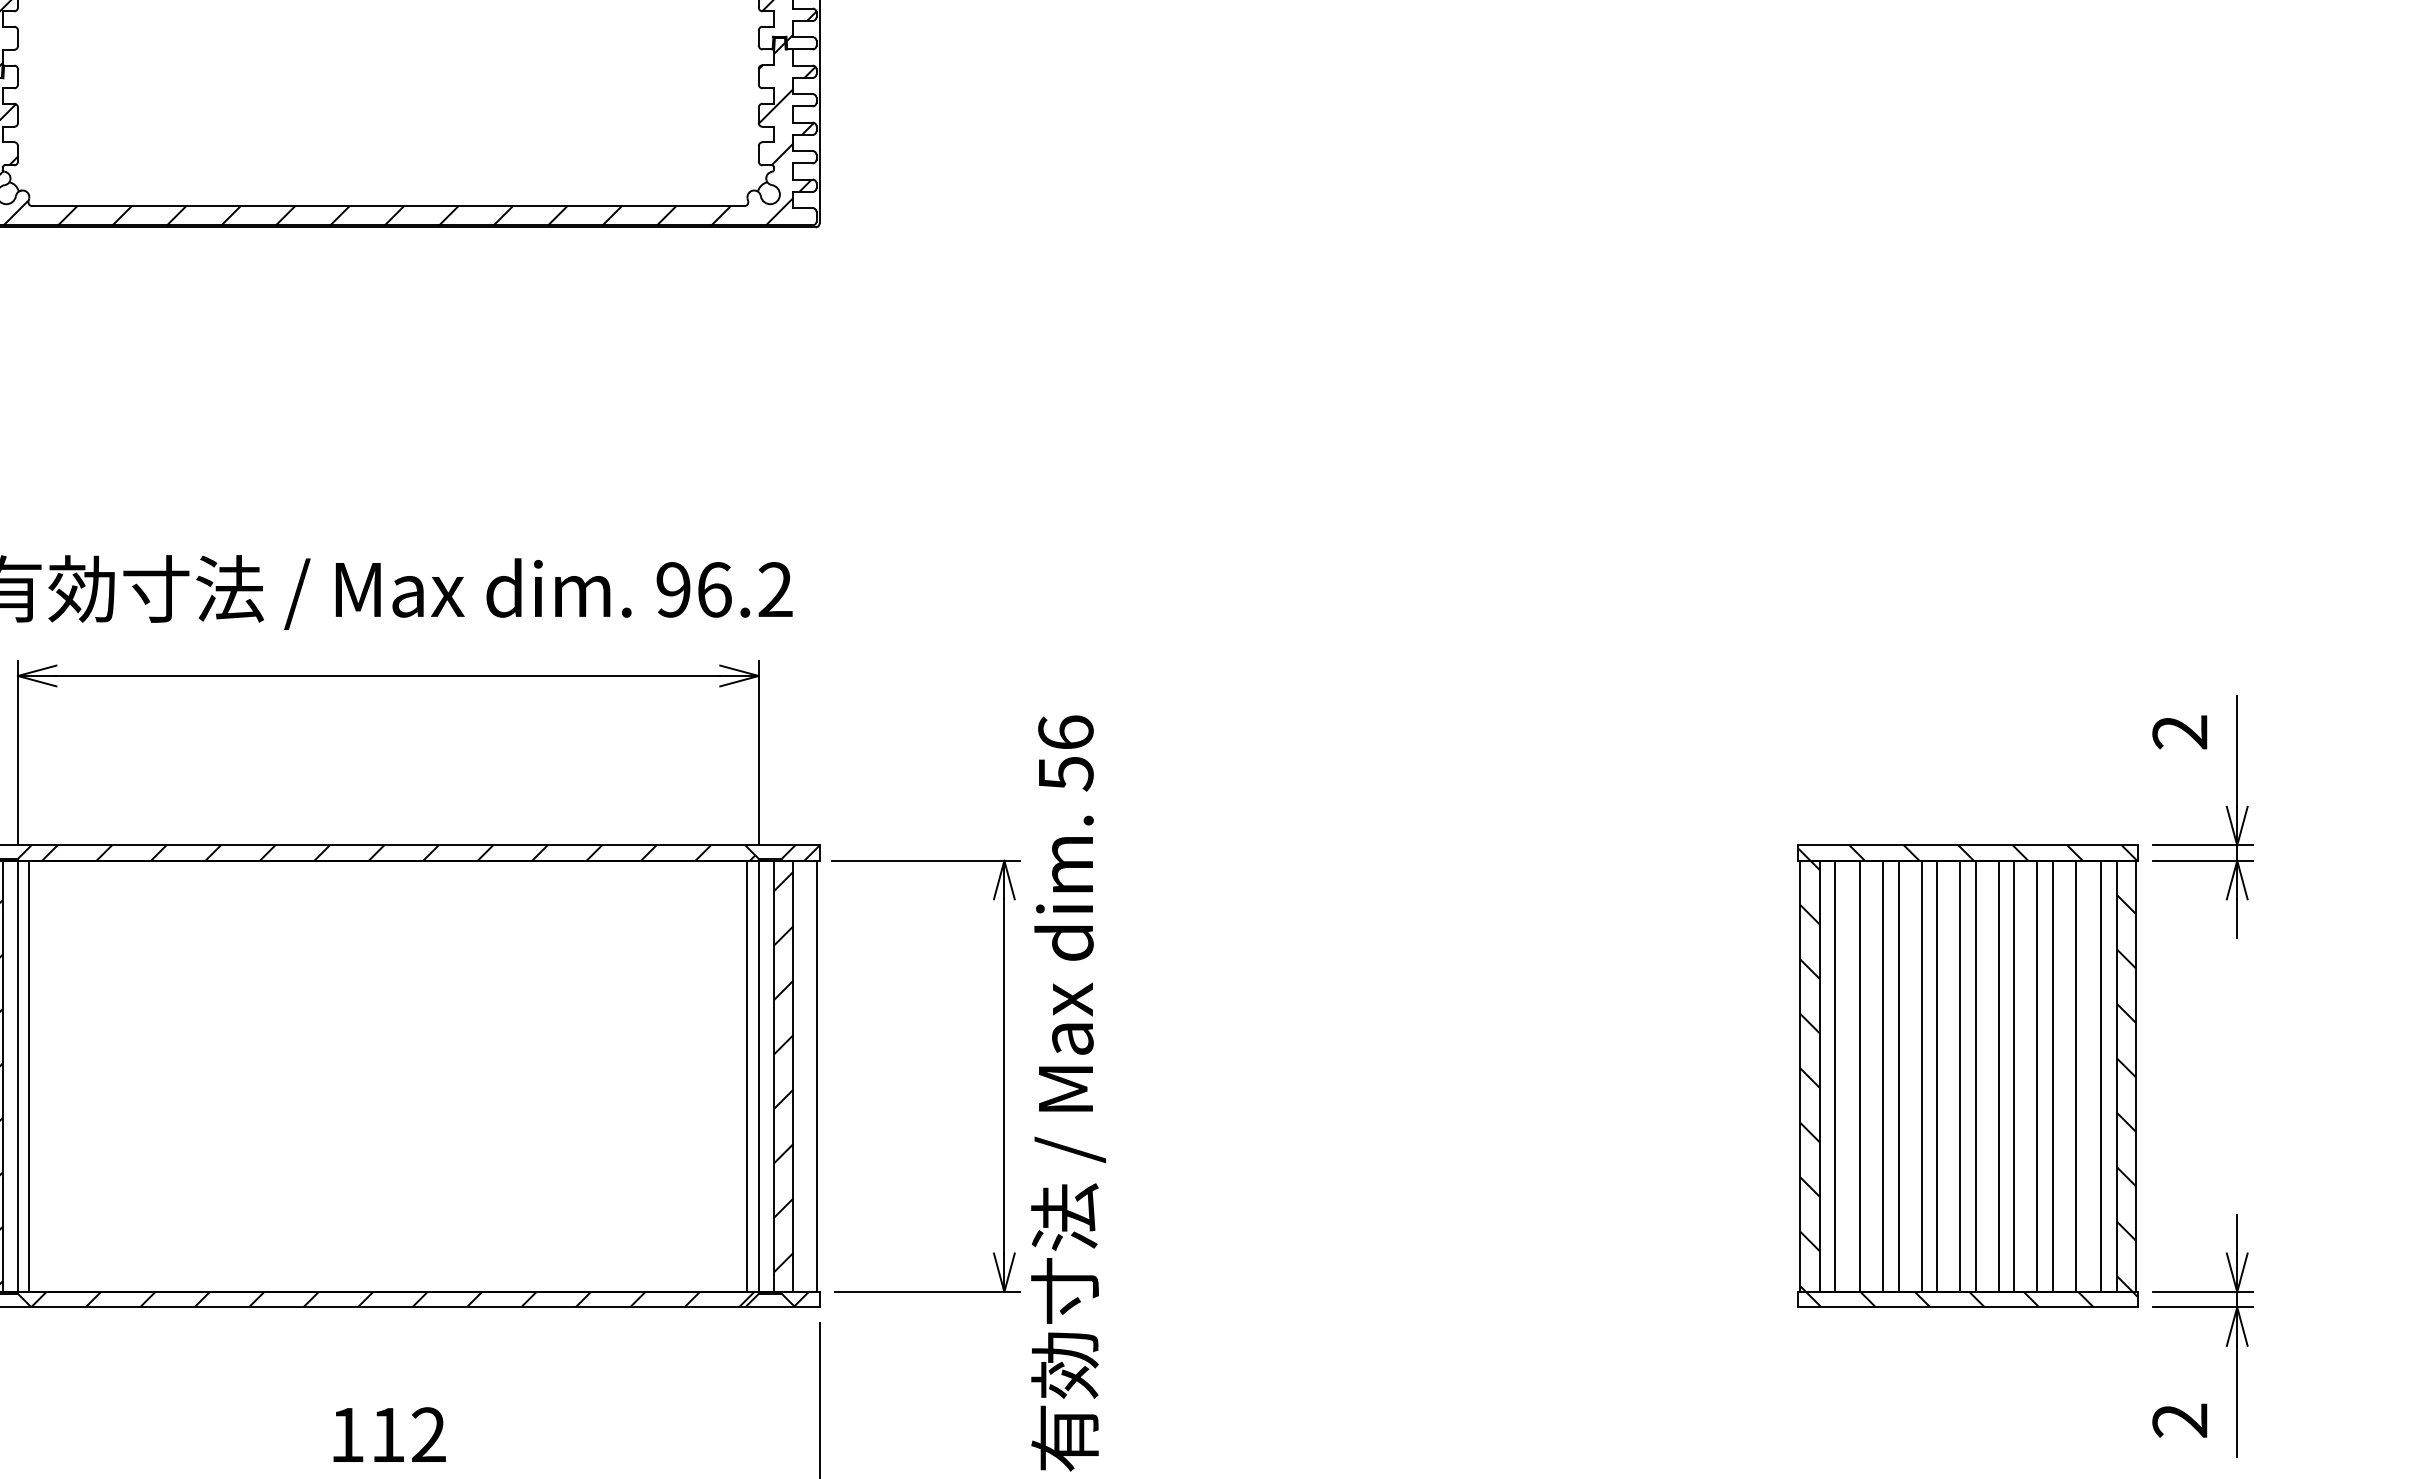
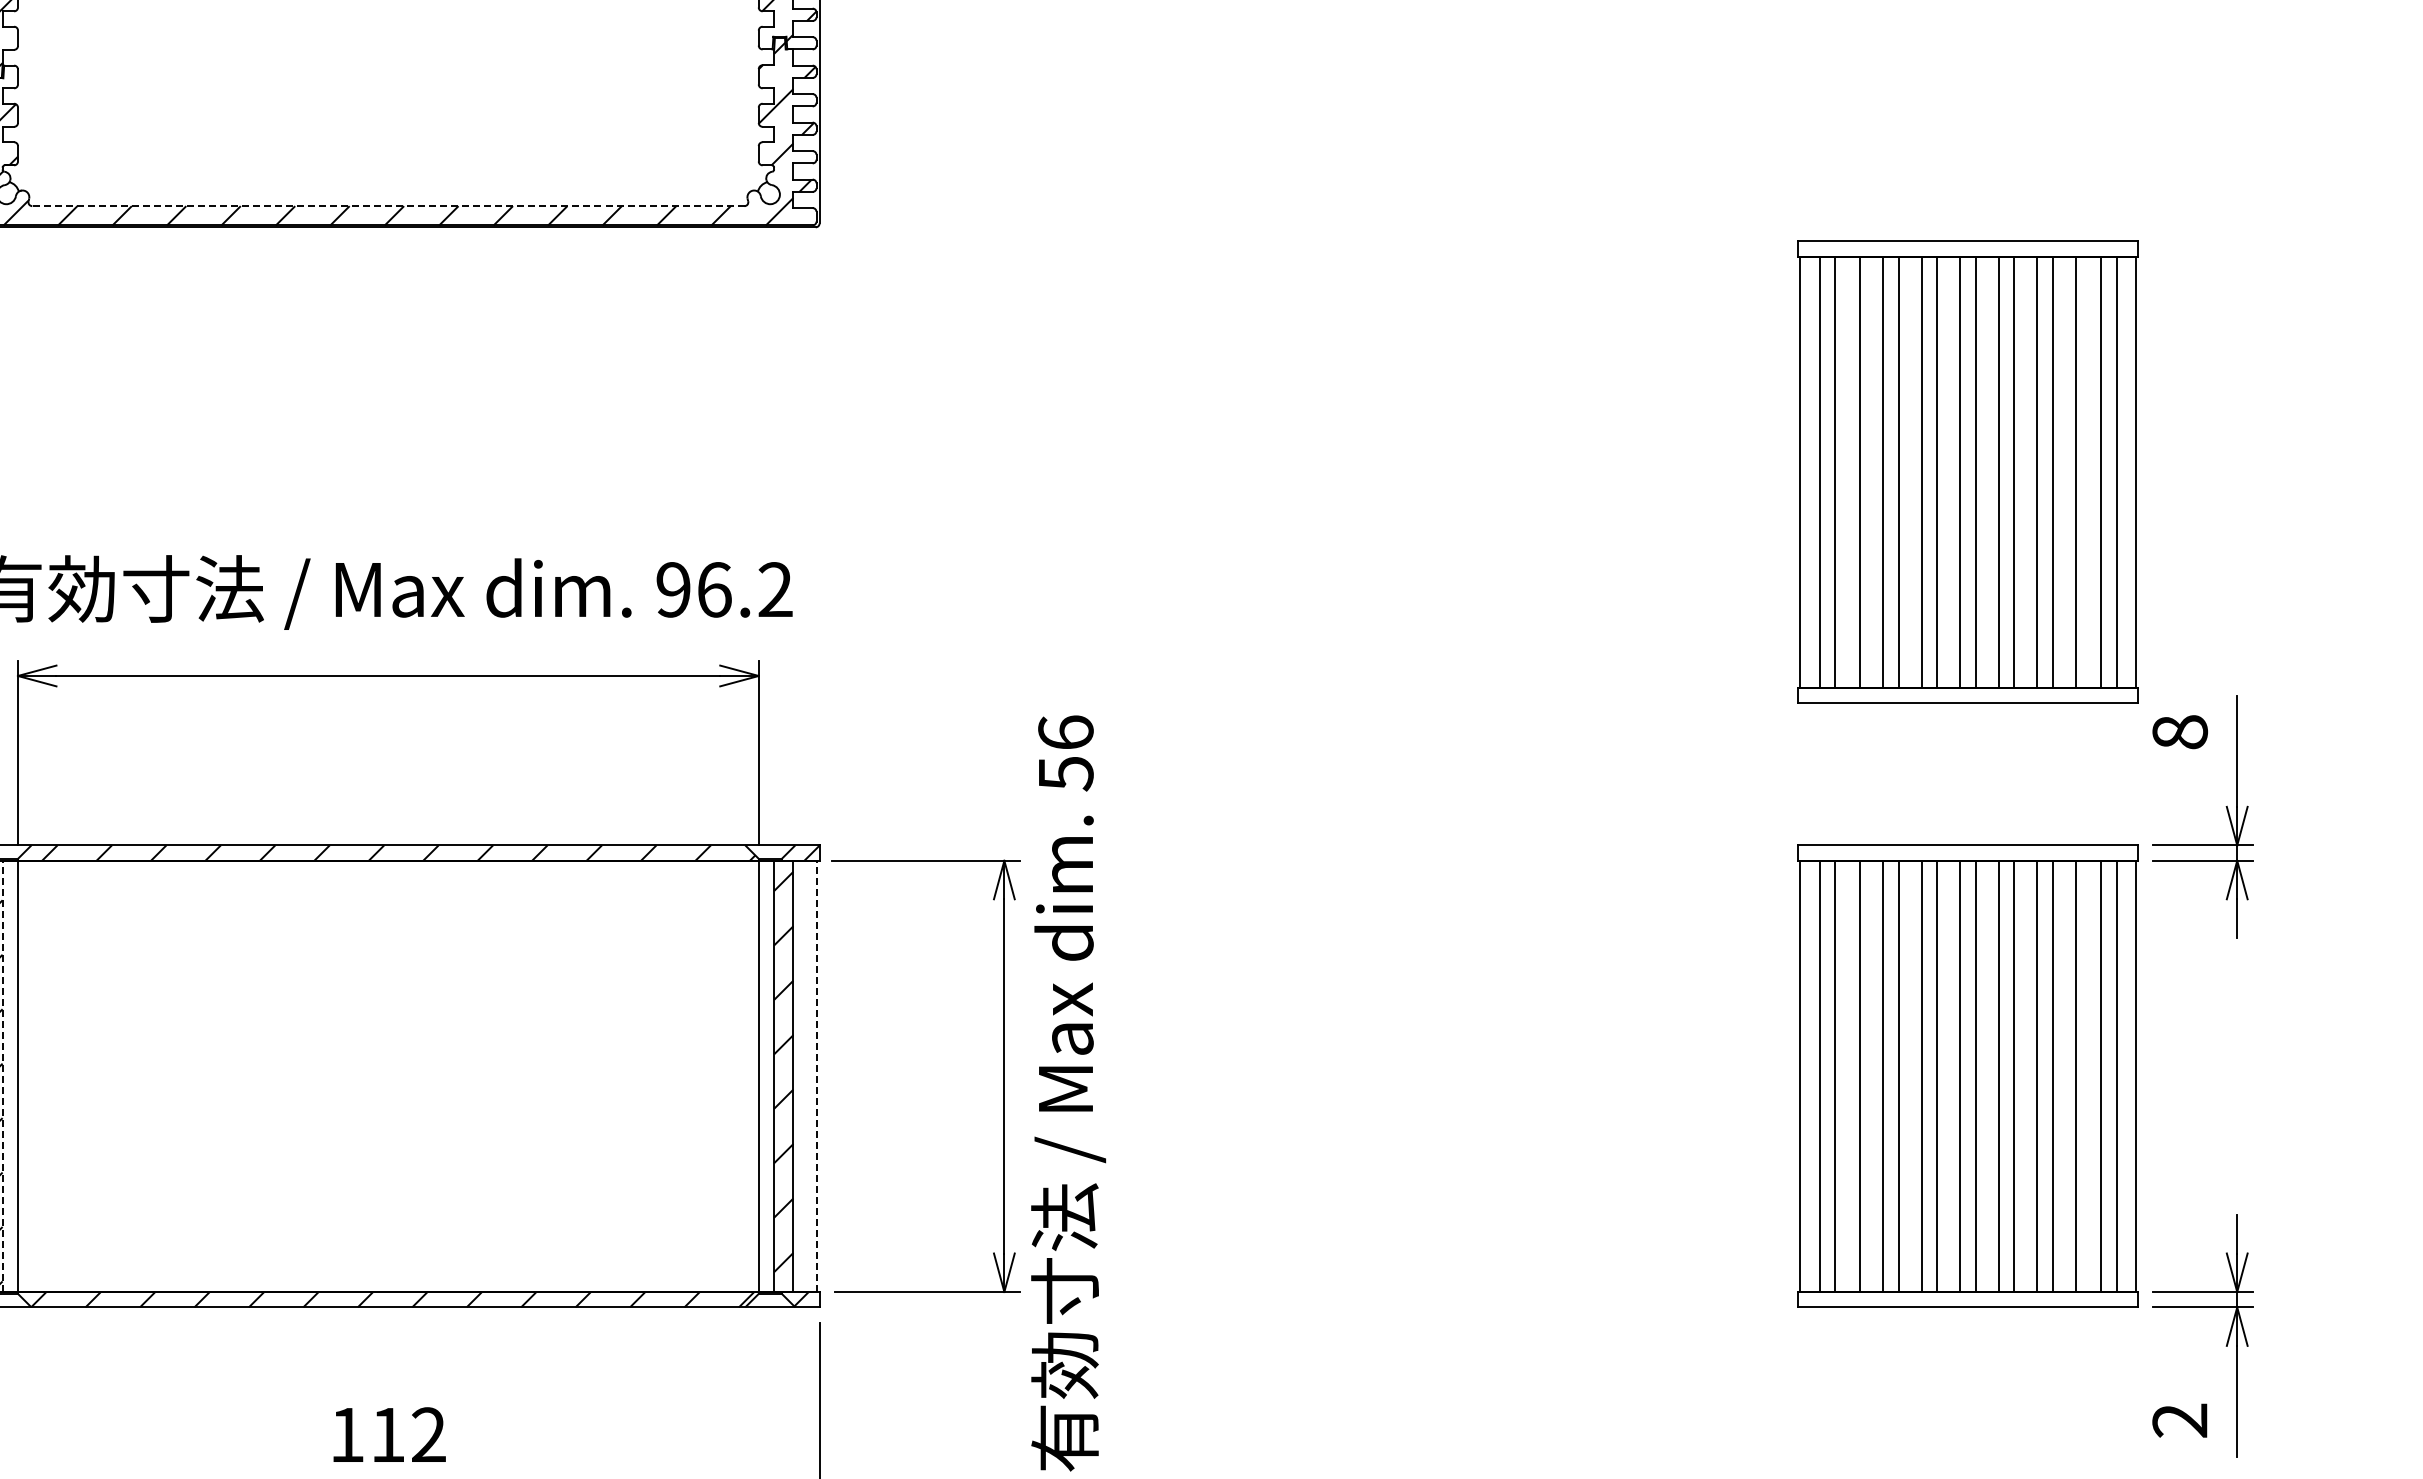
line at (387, 206): solid -> dashed
part at (1967, 471): none -> present
text at (2180, 732): 2 -> 8
line at (29, 1075): present -> none
line at (747, 1075): present -> none
line at (2, 1076): solid -> dashed
line at (816, 1076): solid -> dashed
